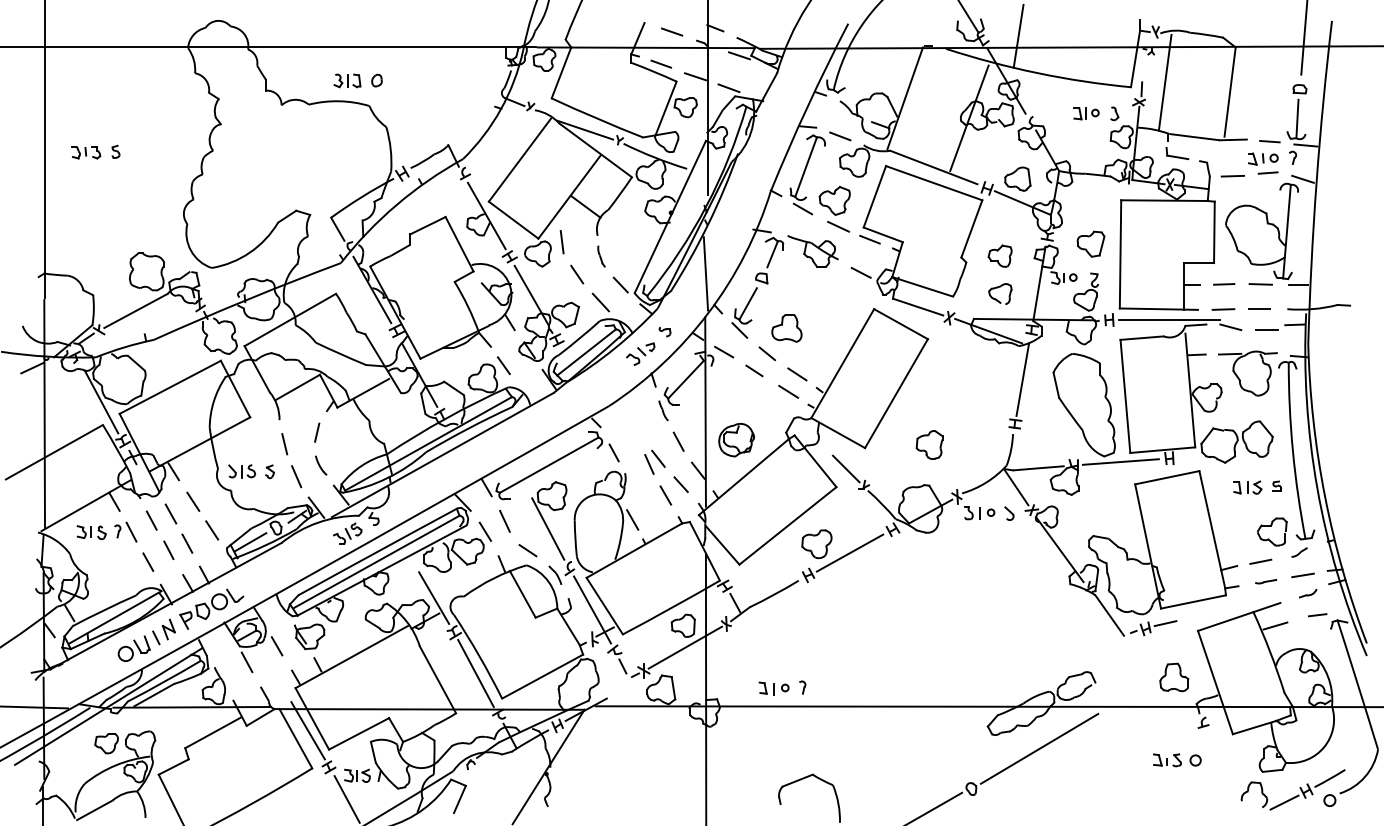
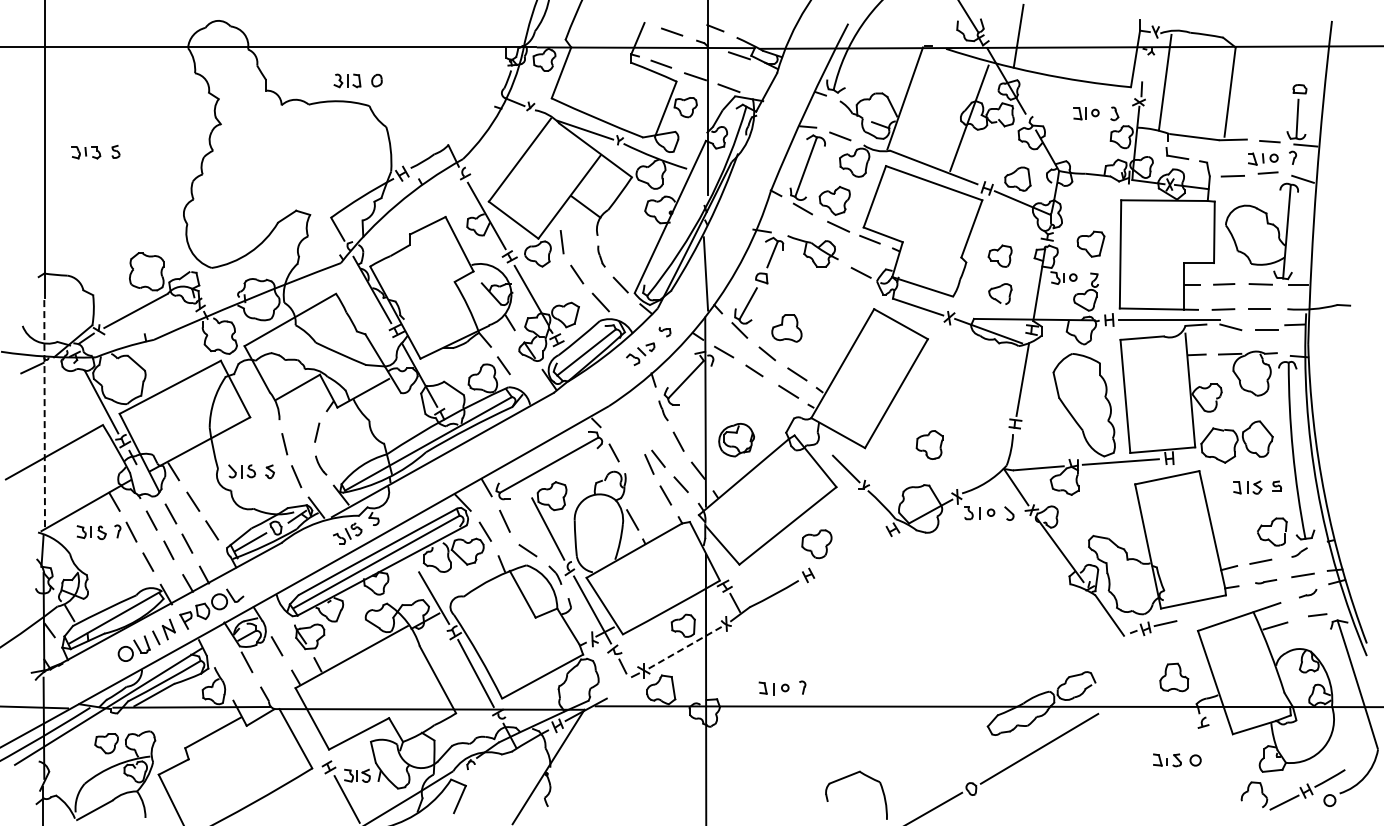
line at (1304, 38): present -> none
line at (44, 413): solid -> dashed
line at (849, 552): present -> none
line at (685, 647): solid -> dashed
line at (307, 730): present -> none
part at (801, 780) position: (801, 780) -> (848, 777)
